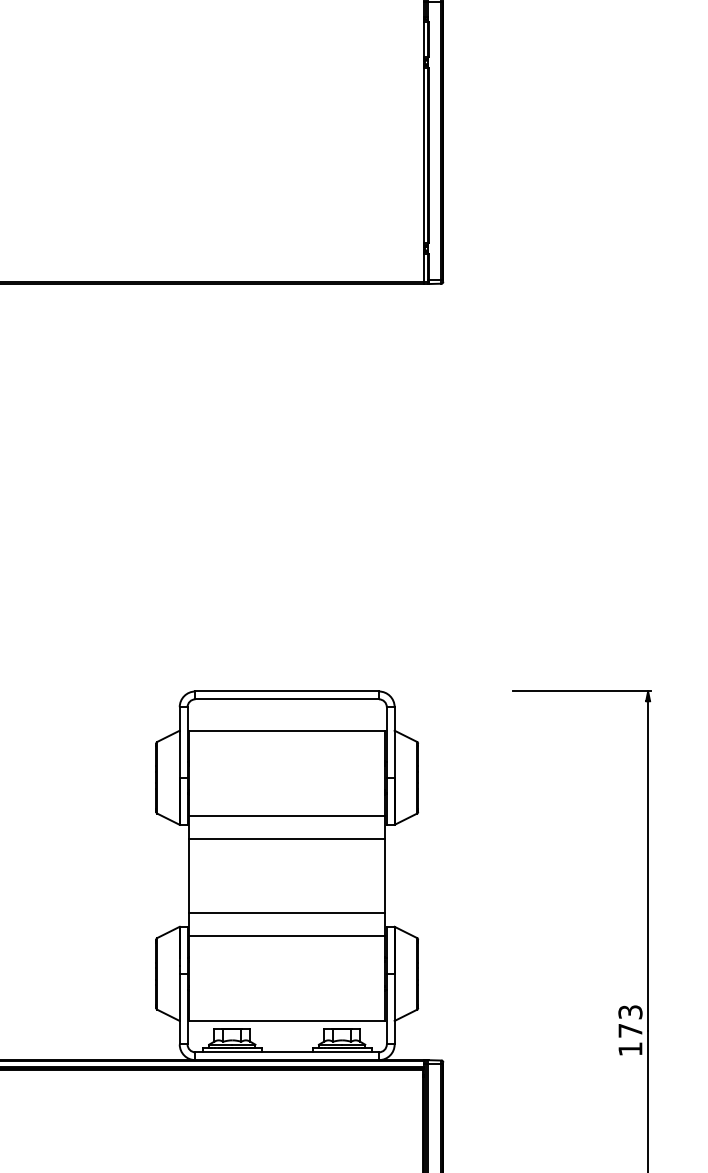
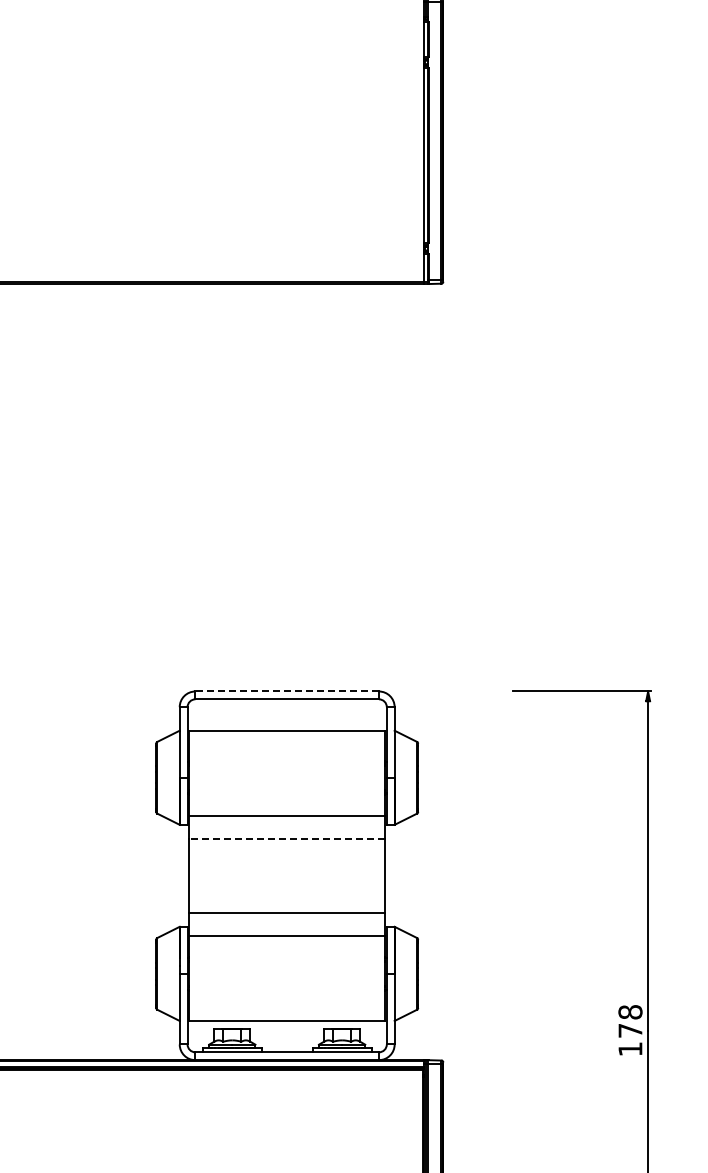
line at (287, 691): solid -> dashed
line at (286, 838): solid -> dashed
text at (630, 1012): 173 -> 178
